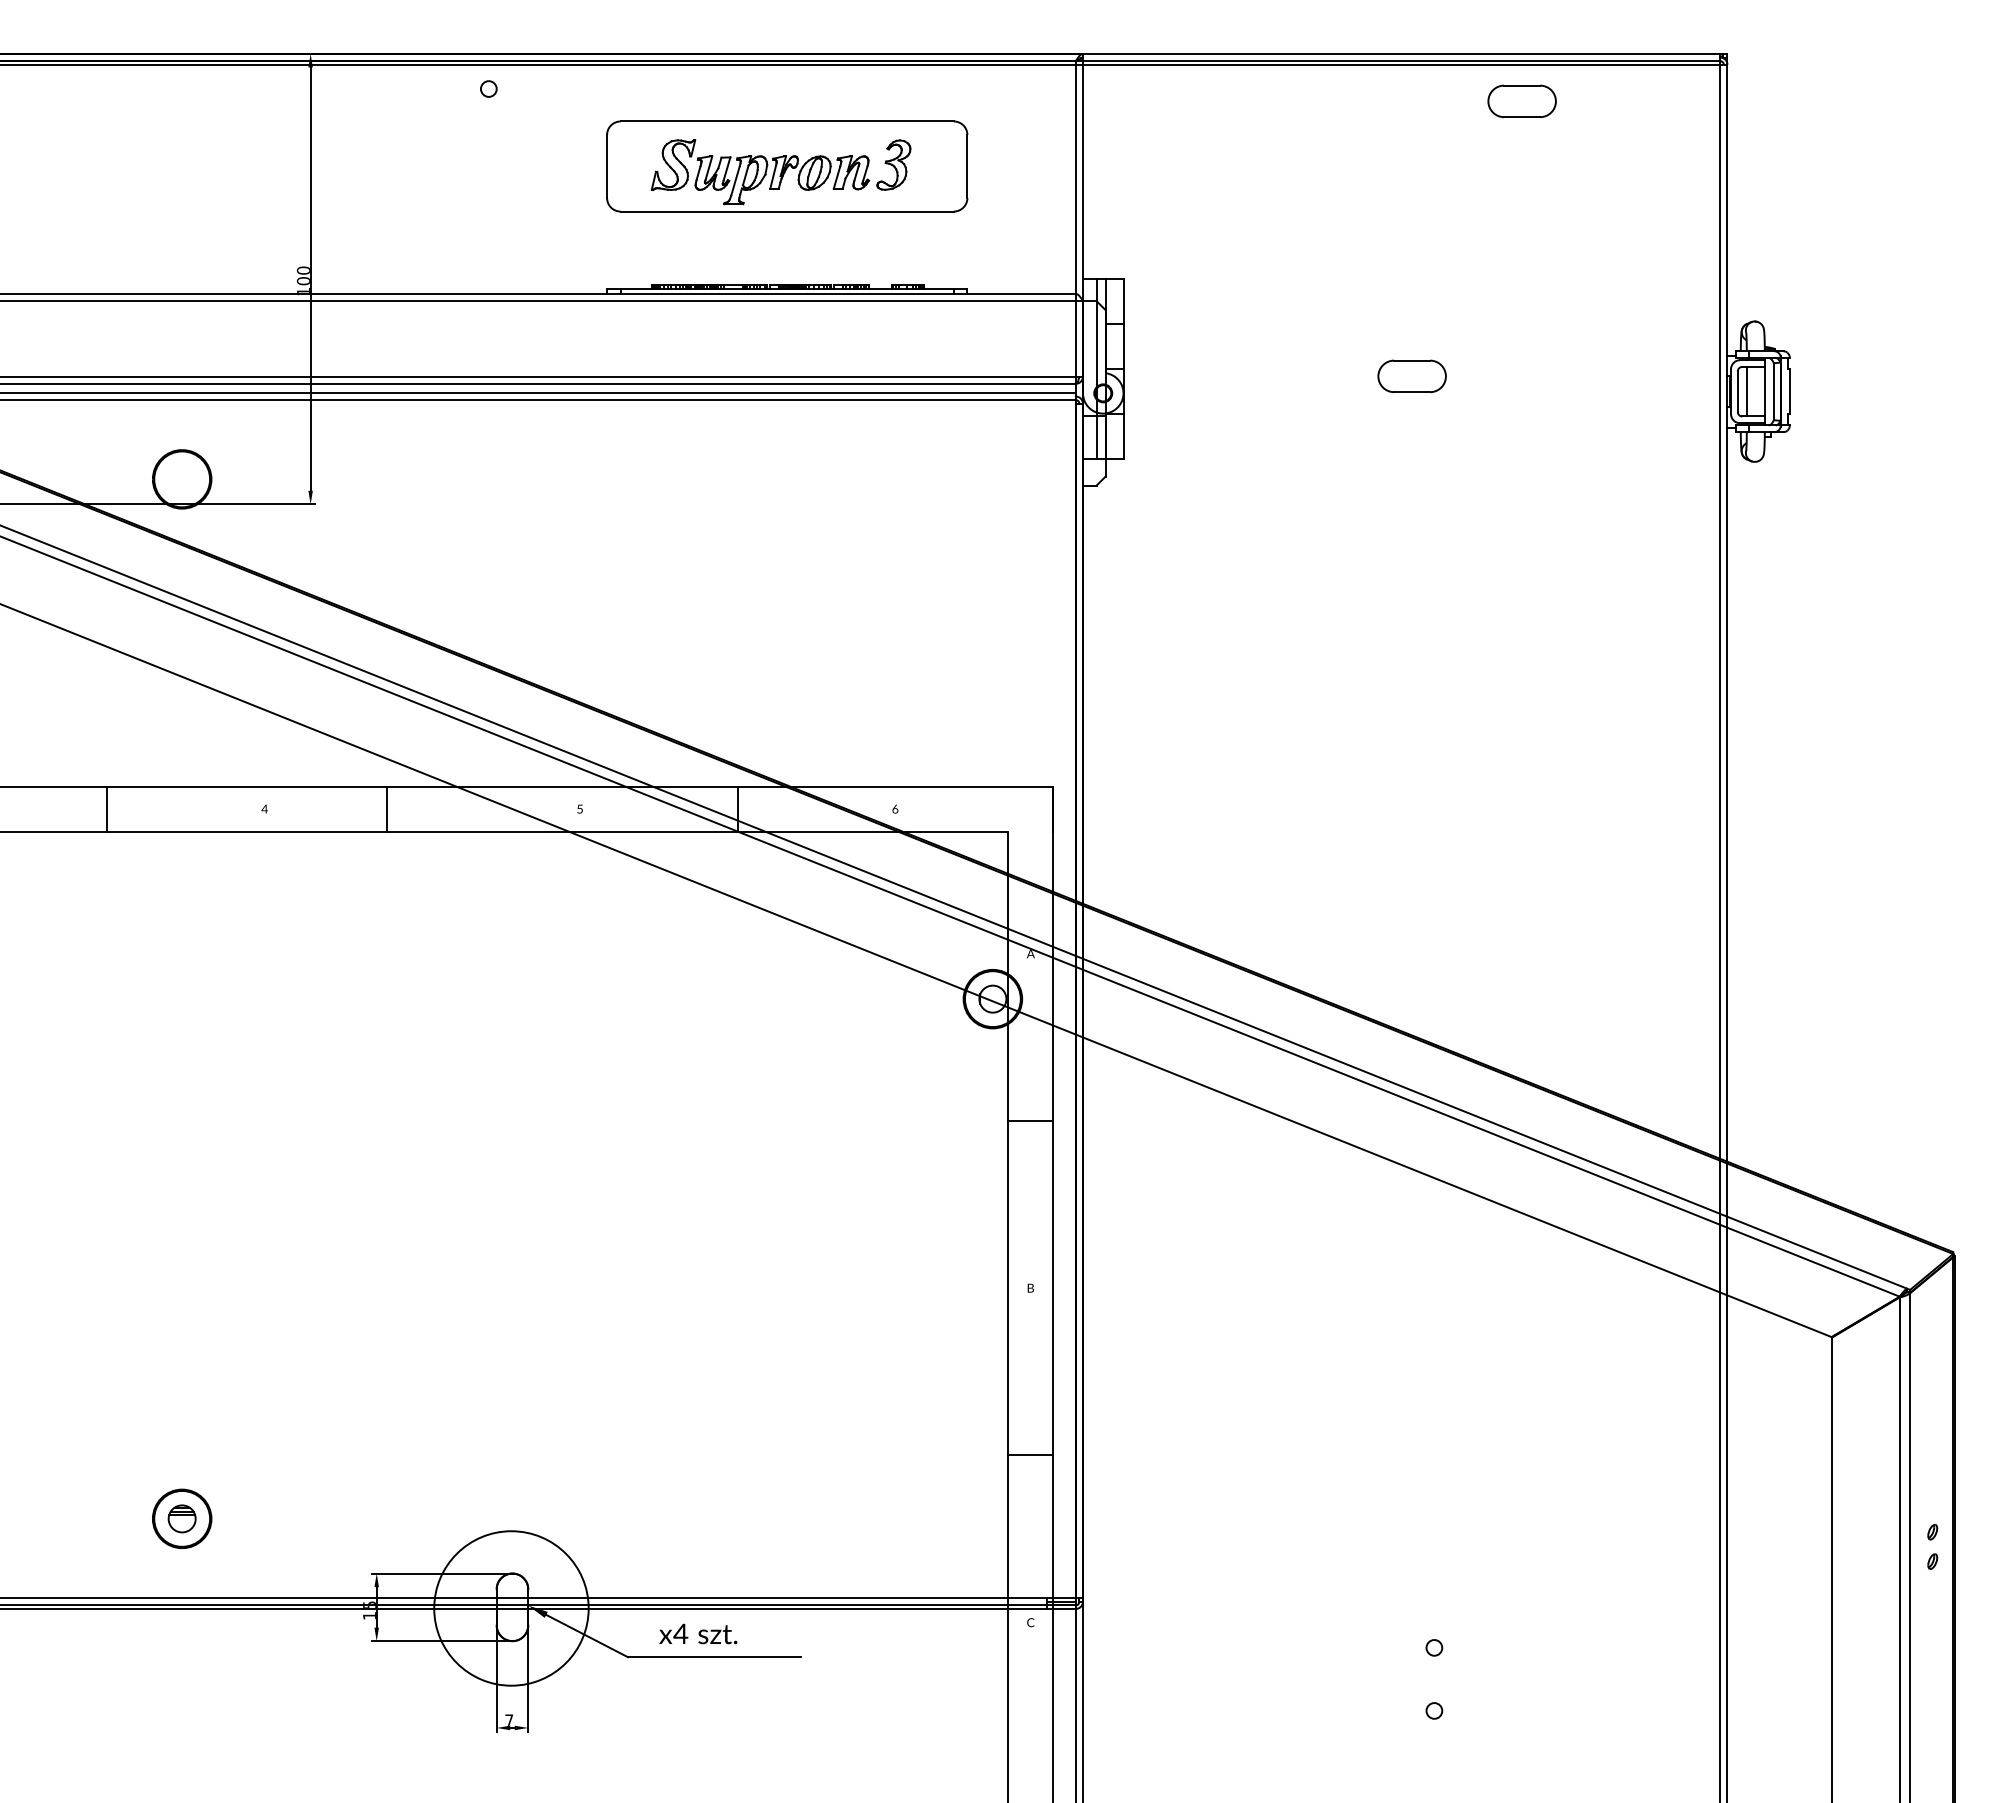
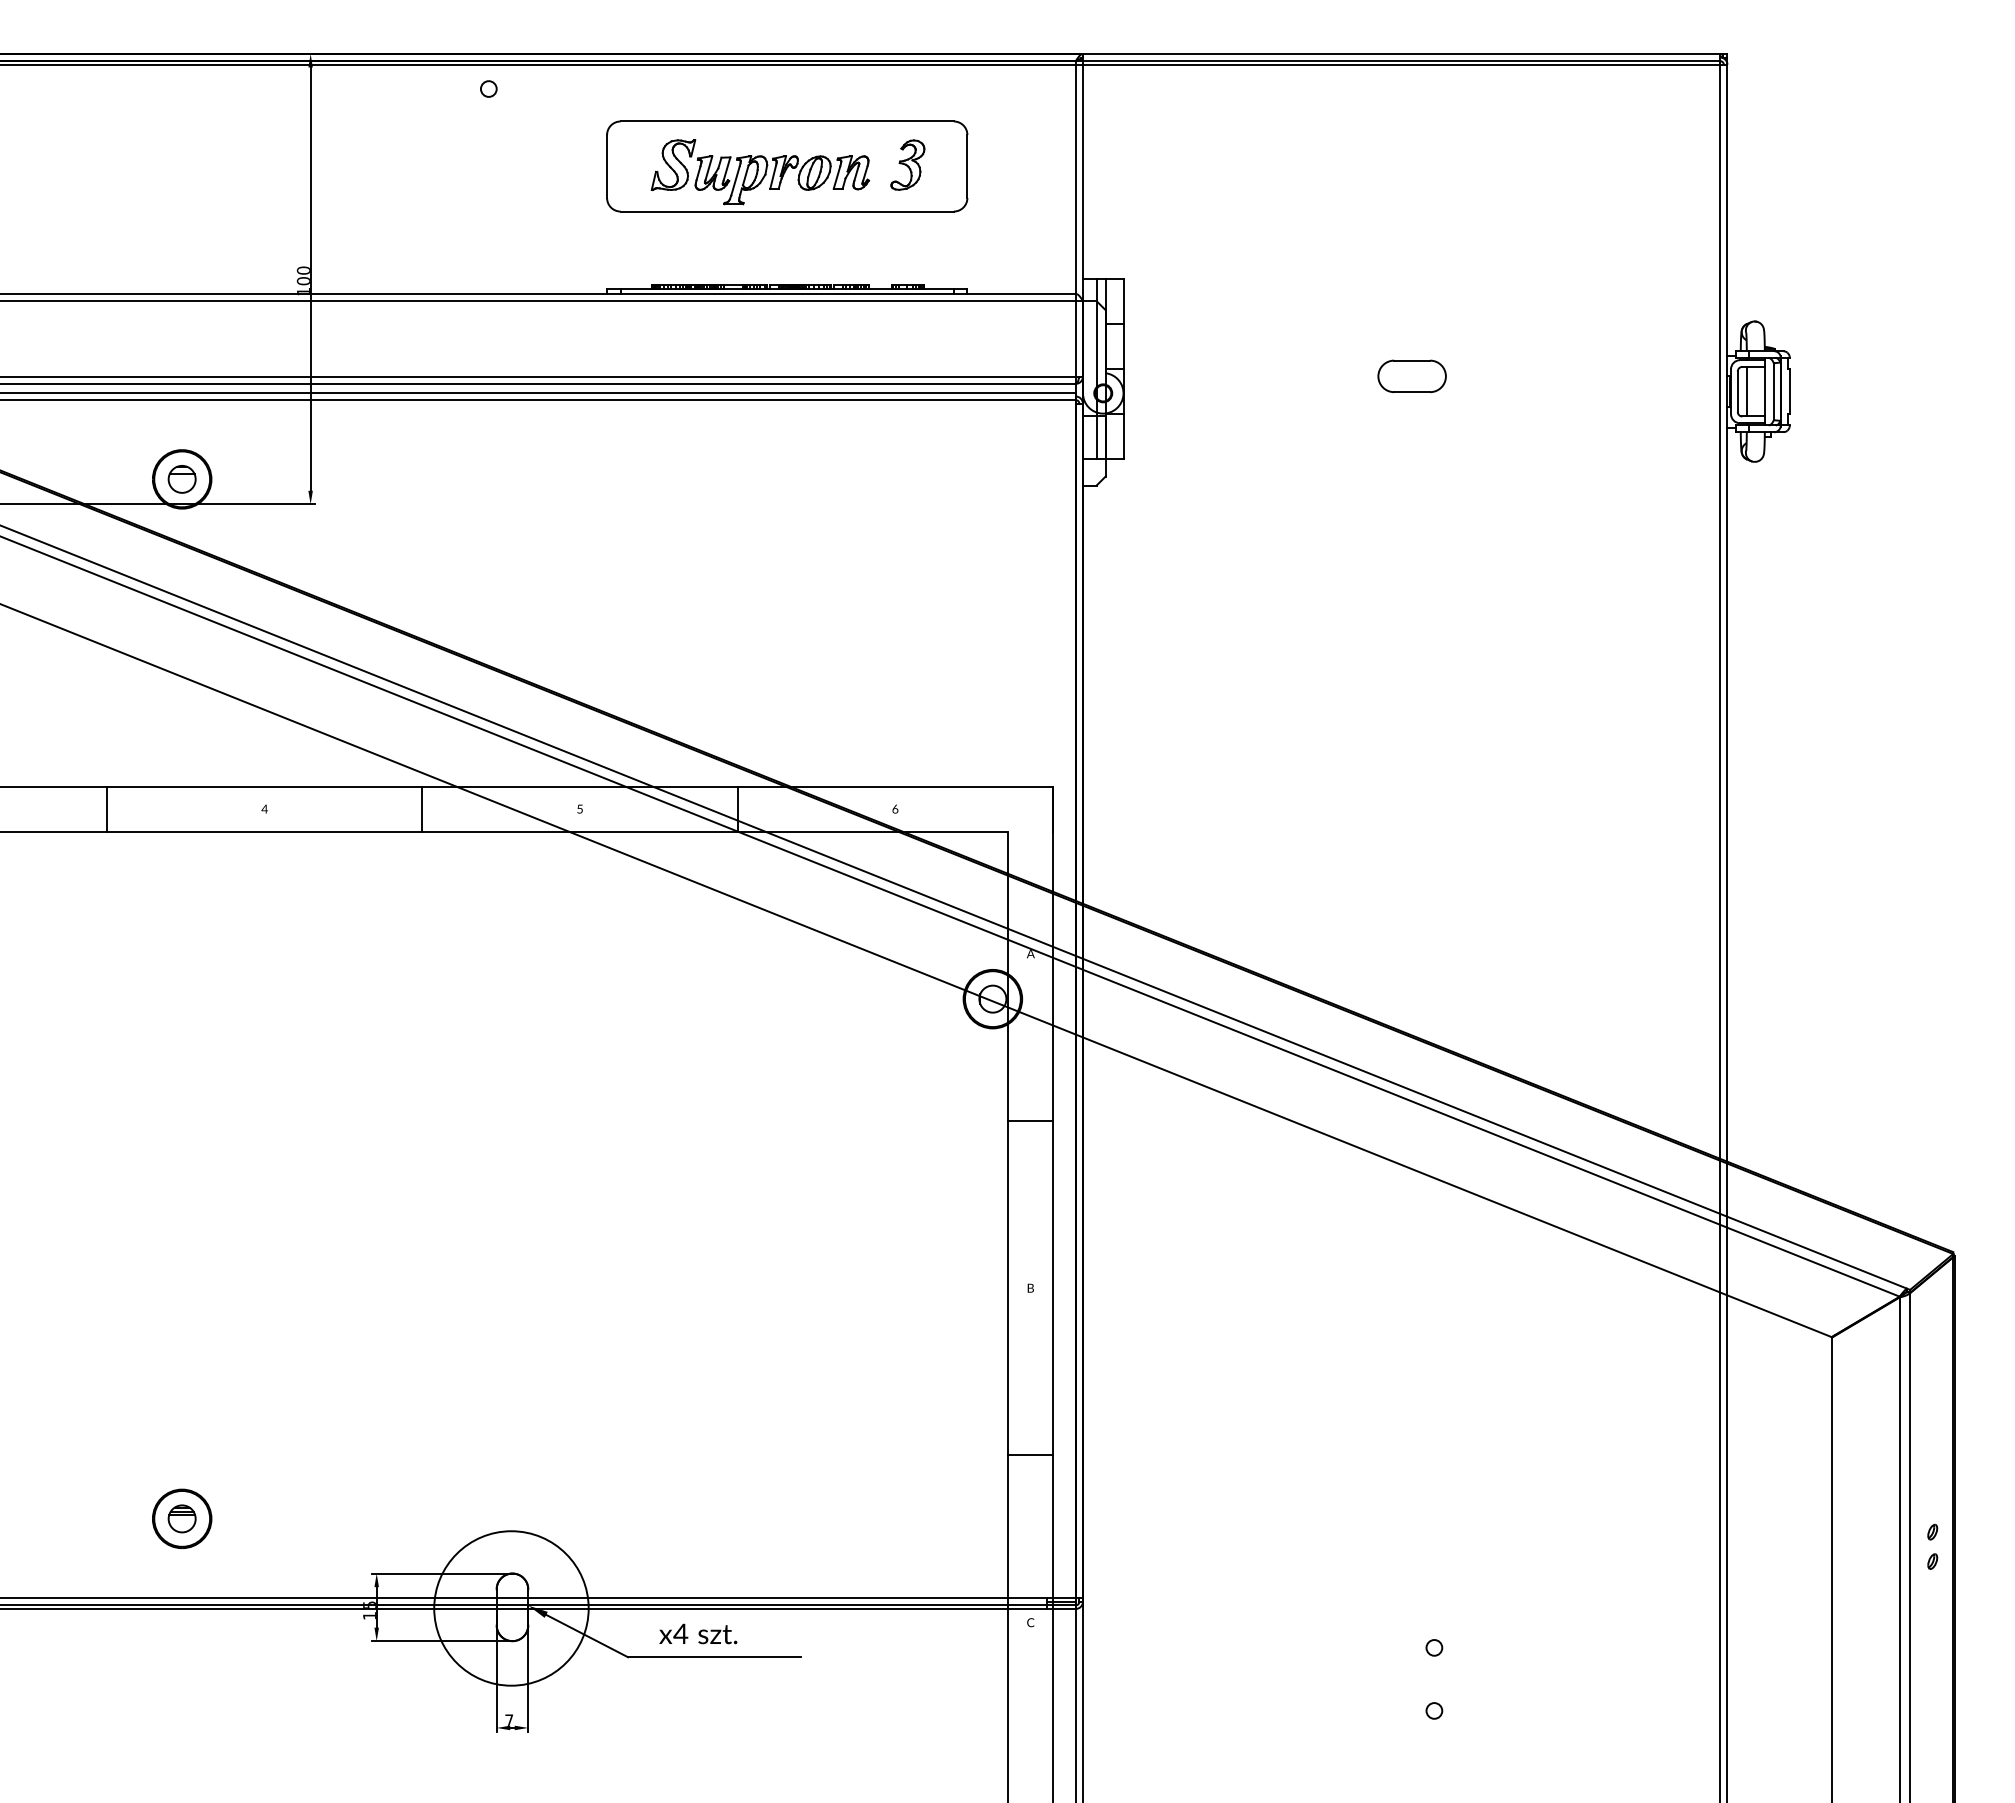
part at (1521, 100): present -> none
part at (893, 164) position: (893, 164) -> (907, 164)
part at (181, 479): none -> present
line at (387, 808) position: (387, 808) -> (422, 808)
